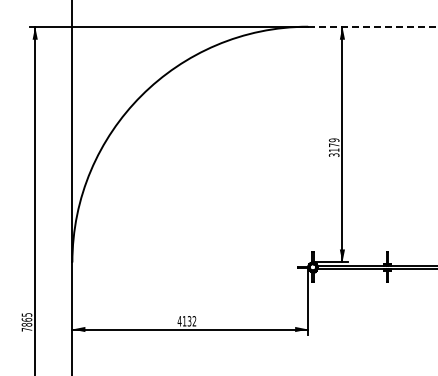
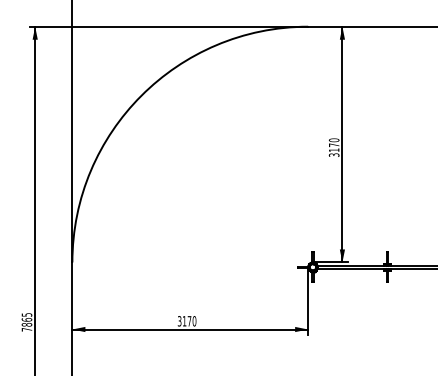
line at (372, 26): dashed -> solid
text at (334, 140): 3179 -> 3170
text at (186, 321): 4132 -> 3170
